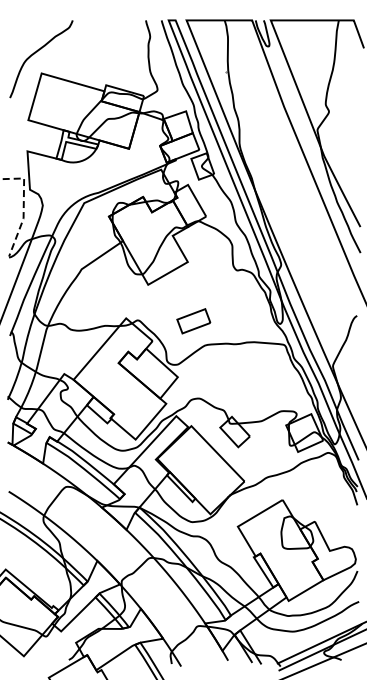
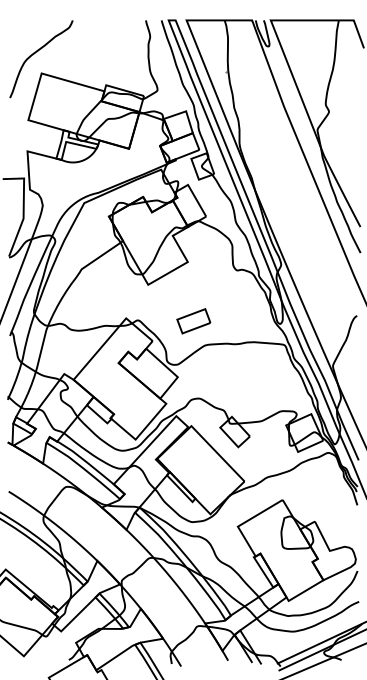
line at (23, 207): dashed -> solid
